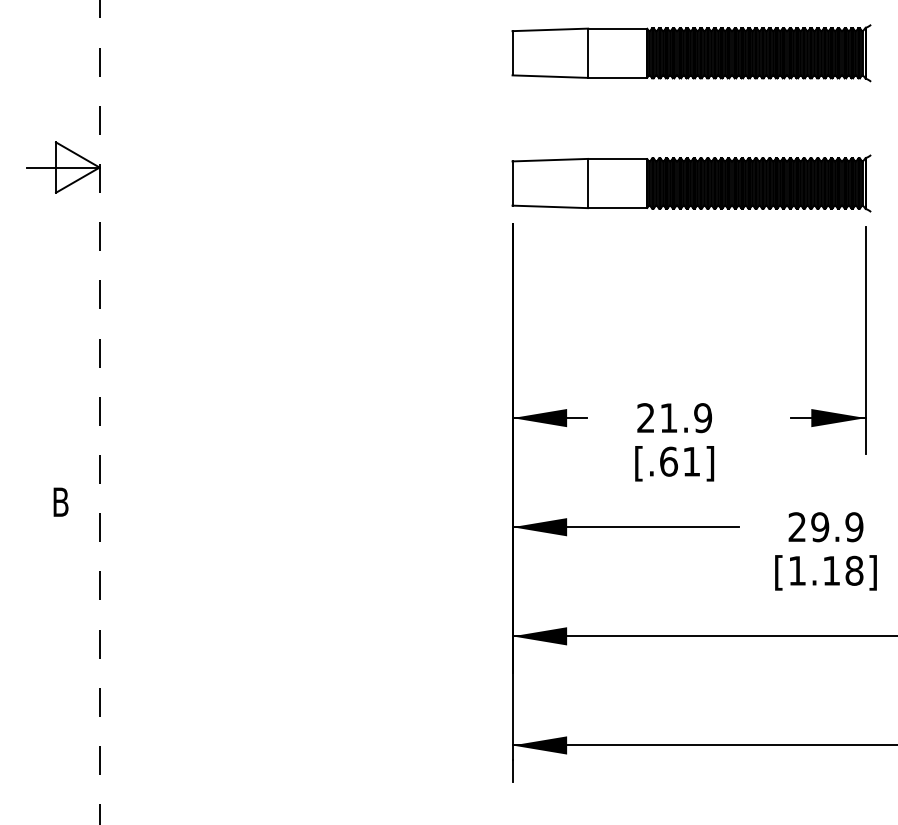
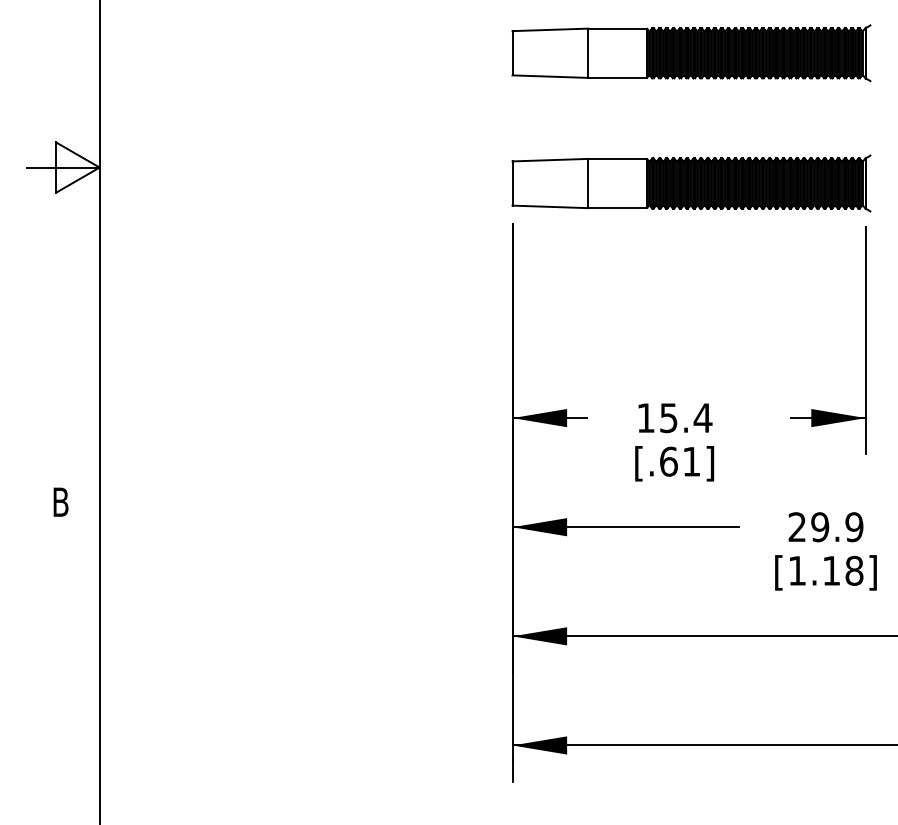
line at (99, 413): dashed -> solid
text at (674, 418): 21.9 -> 15.4
